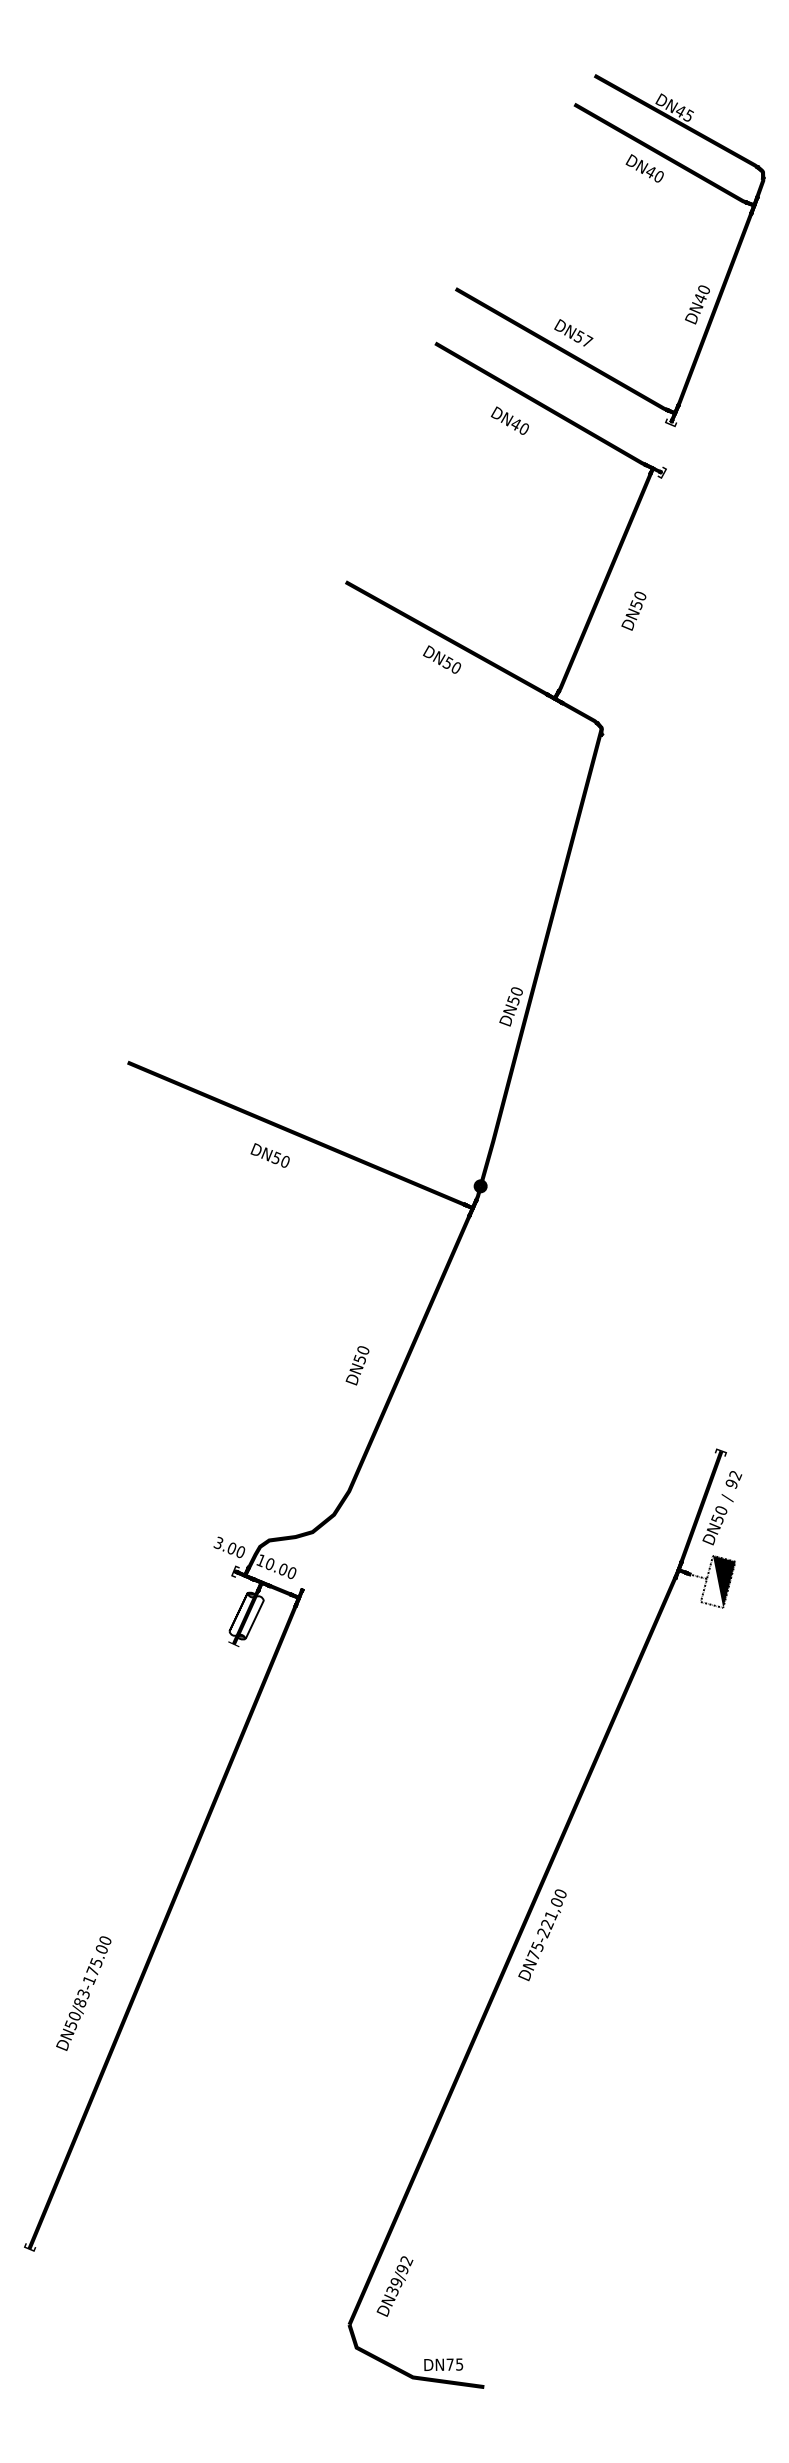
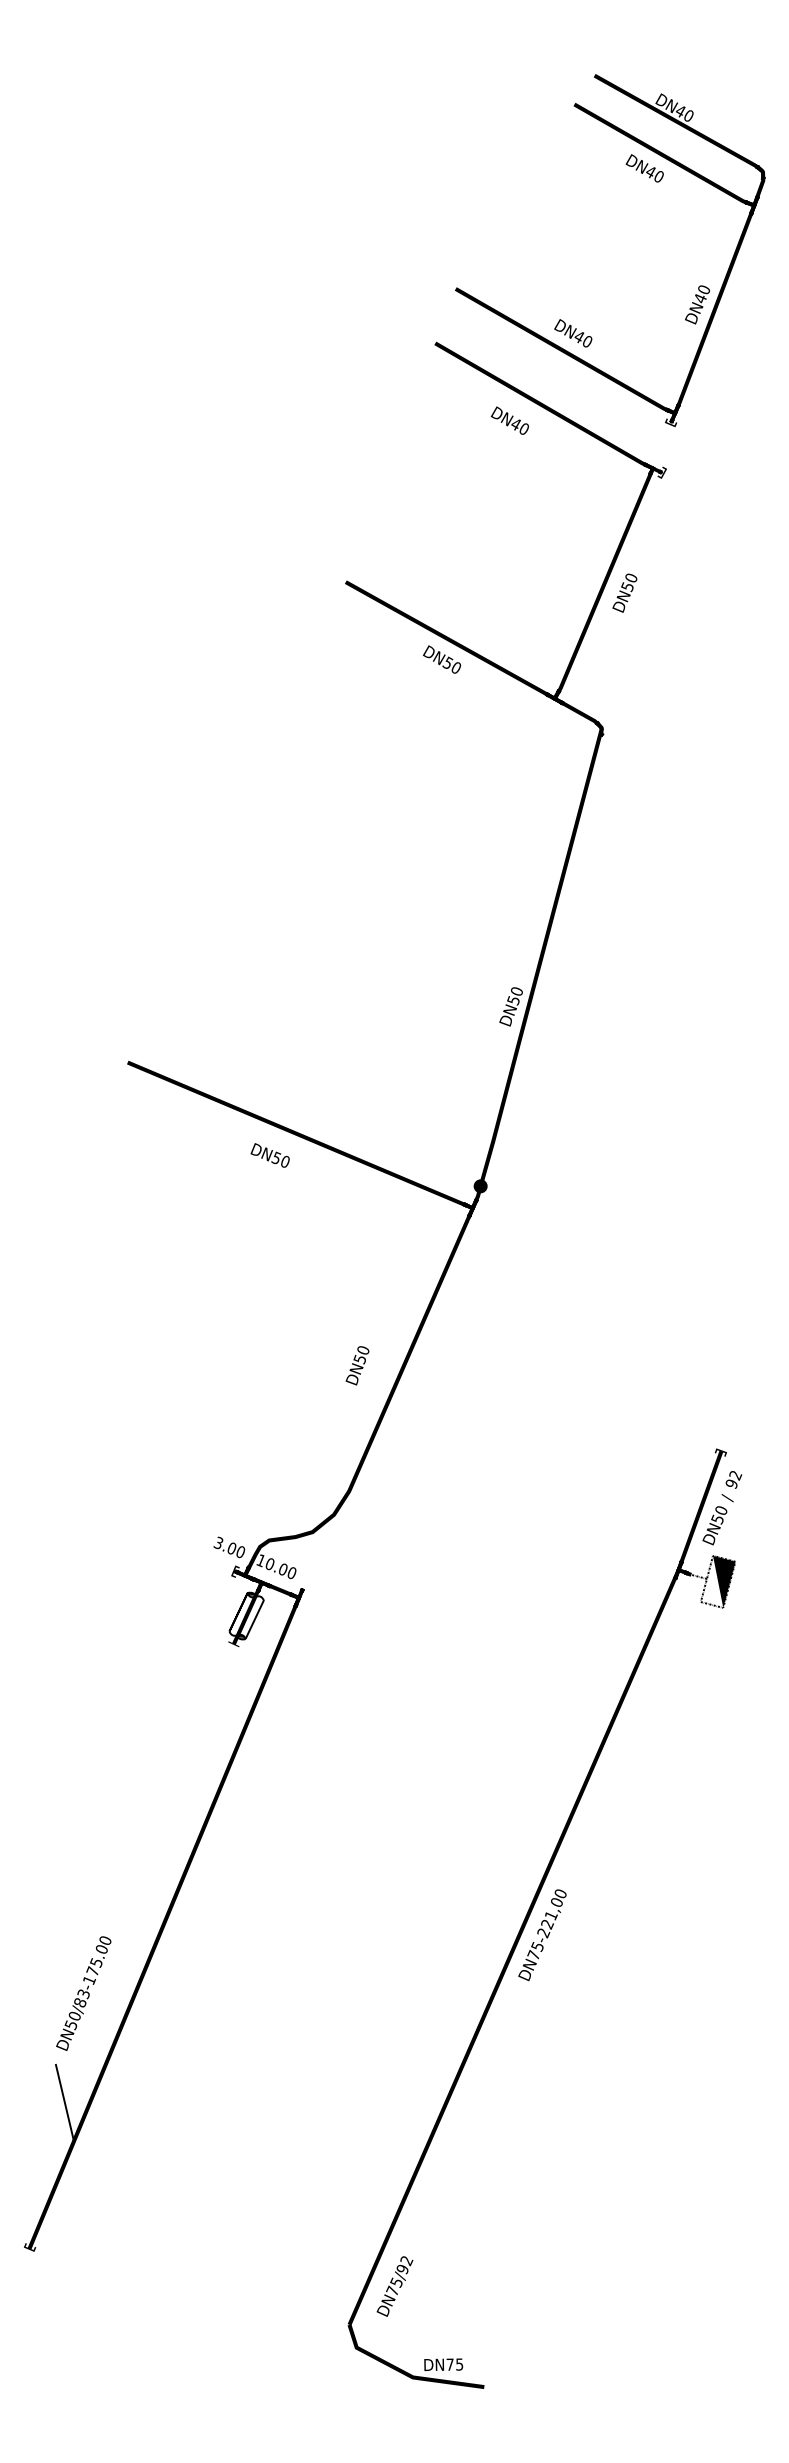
text at (688, 115): DN45 -> DN40
text at (583, 338): DN57 -> DN40
text at (633, 610) position: (633, 610) -> (624, 592)
line at (64, 2102): none -> present
text at (394, 2286): DN39/92 -> DN75/92
